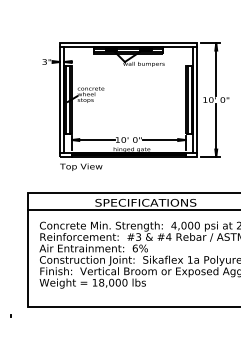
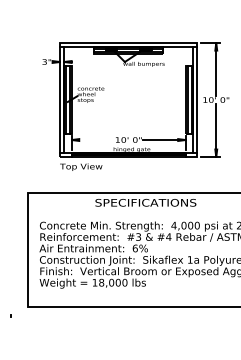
line at (92, 140): present -> none
line at (132, 210): present -> none
